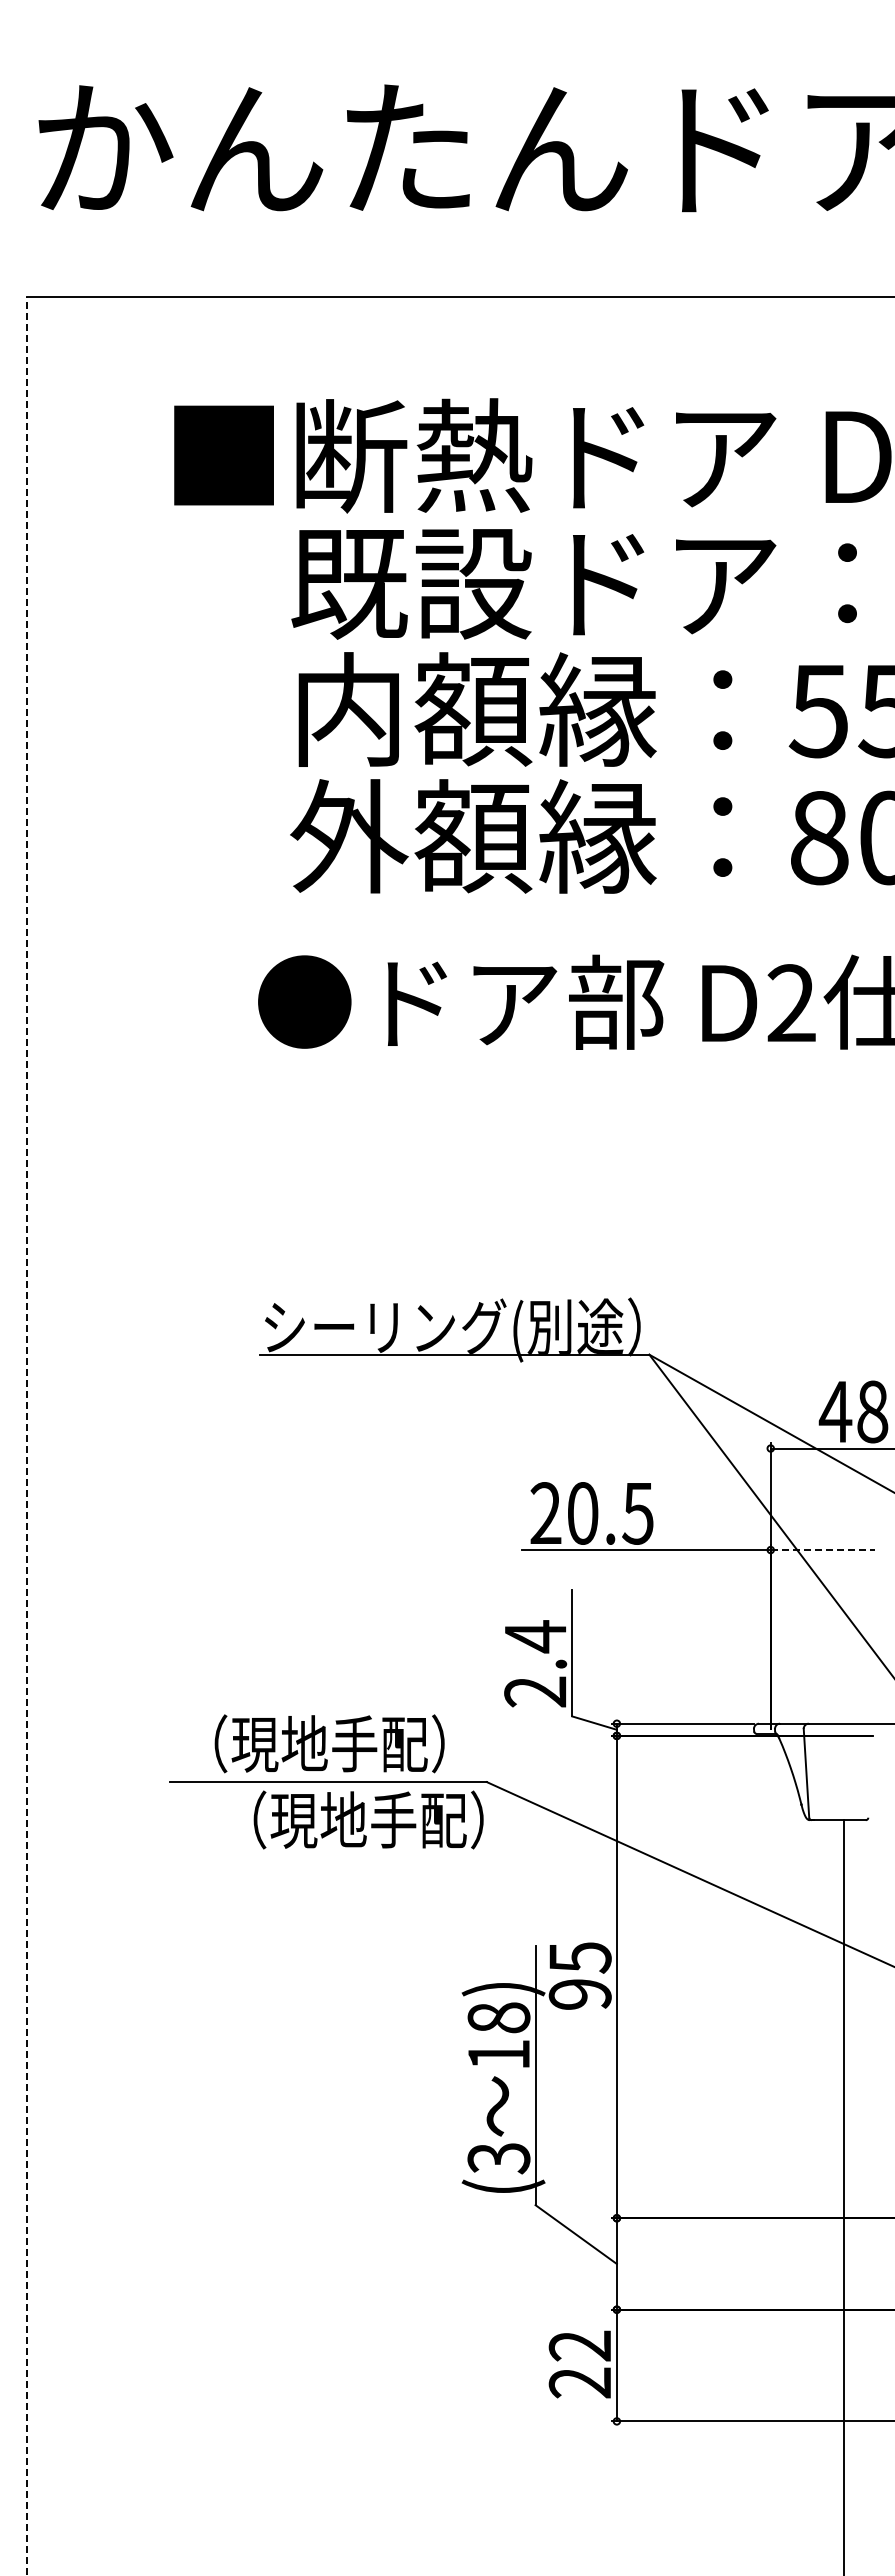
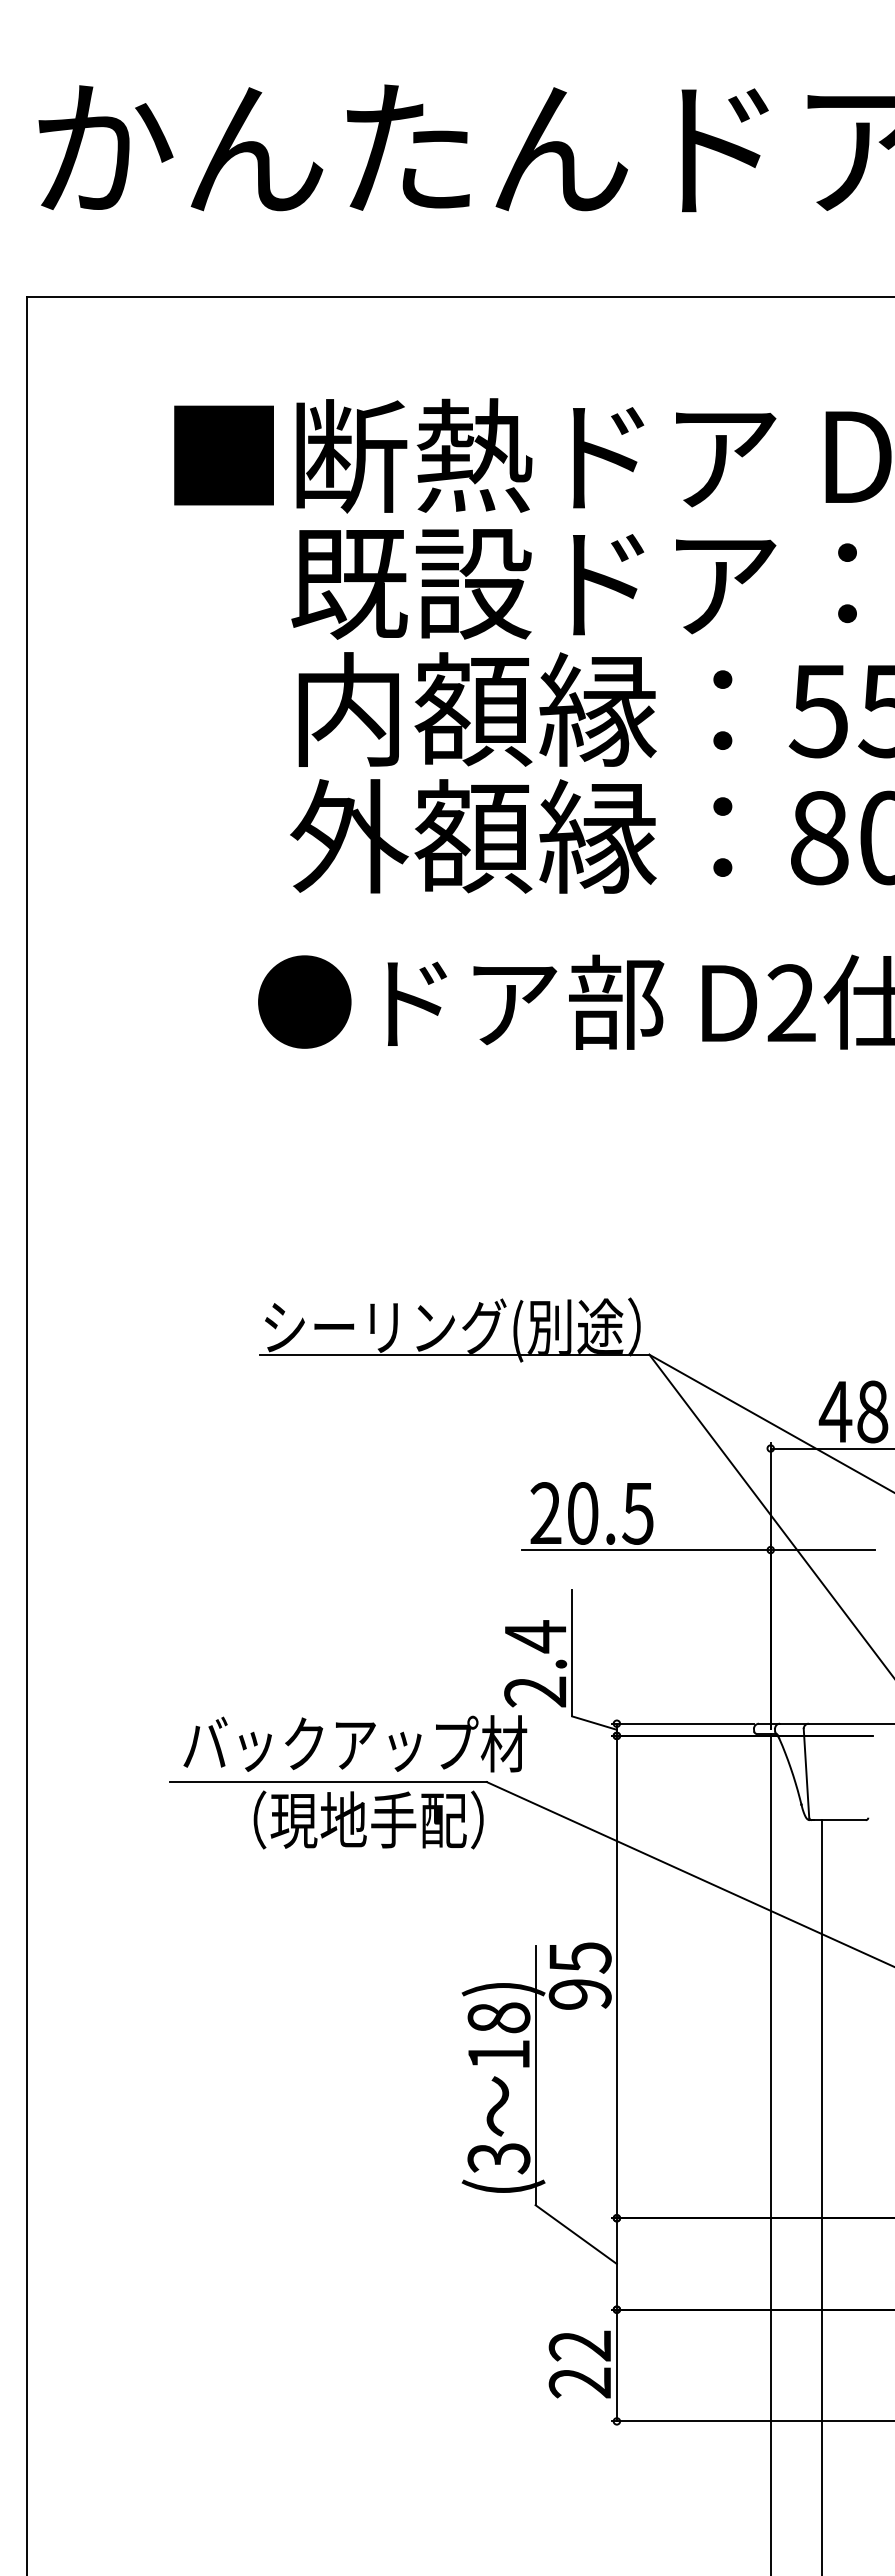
line at (26, 1435): dashed -> solid
line at (823, 1550): dashed -> solid
text at (355, 1743): （現地手配） -> バックアップ材
line at (770, 2152): none -> present
line at (843, 2196) position: (843, 2196) -> (821, 2196)
